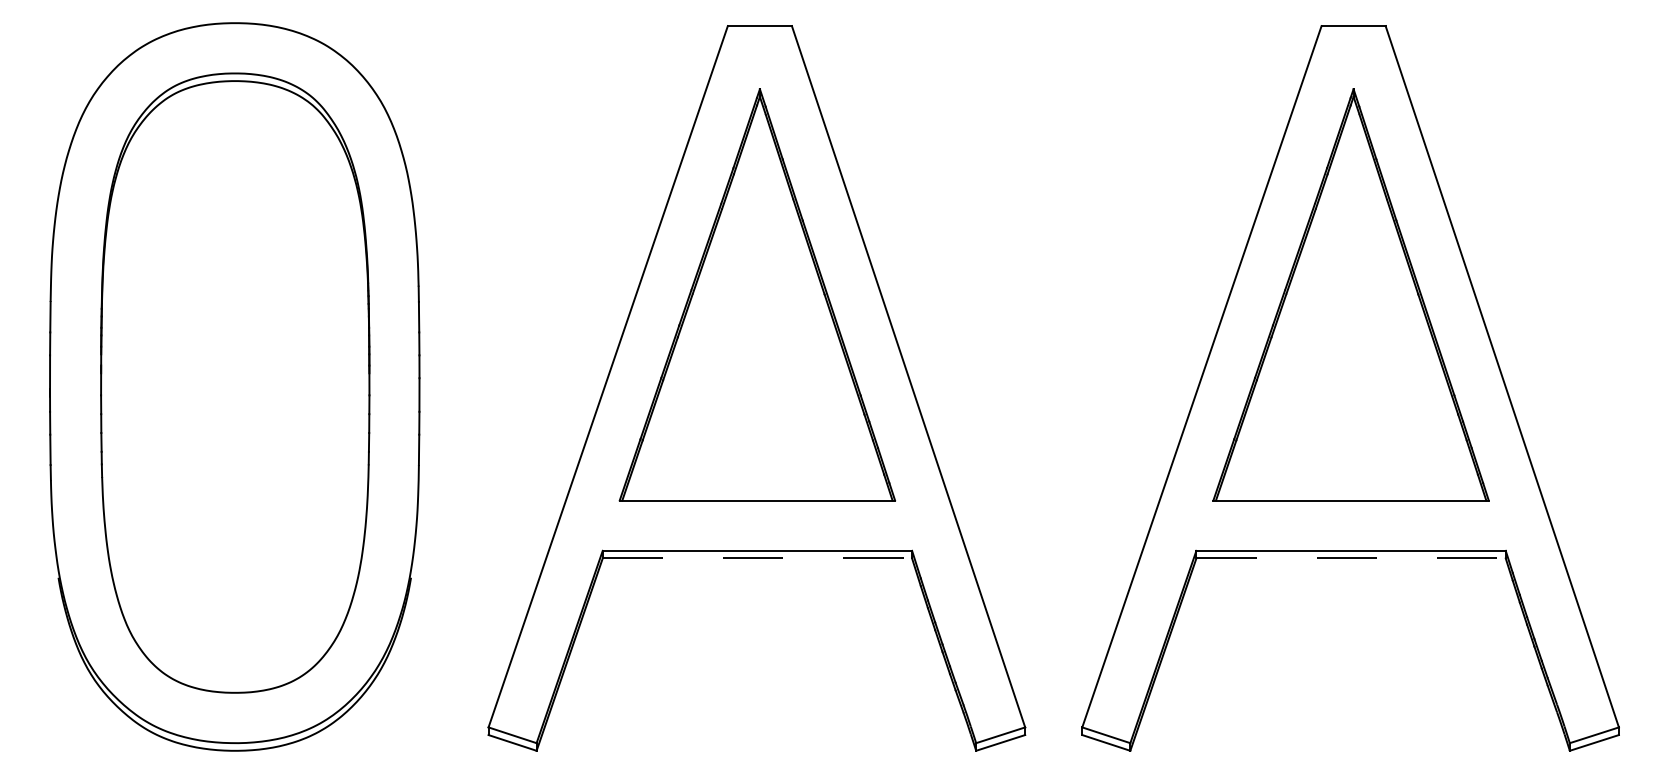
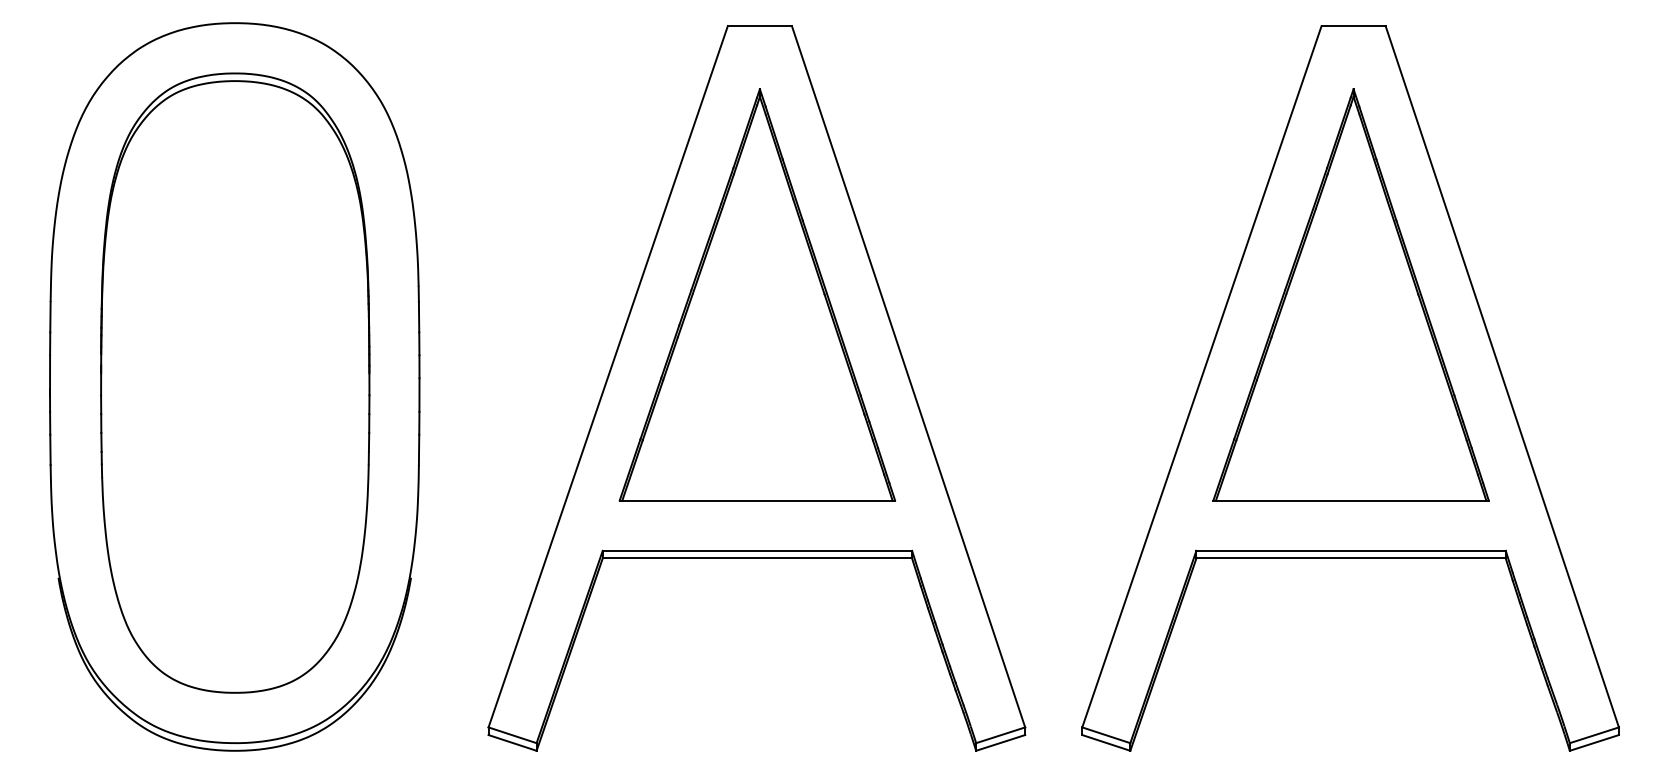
line at (757, 558): dashed -> solid
line at (1351, 558): dashed -> solid
